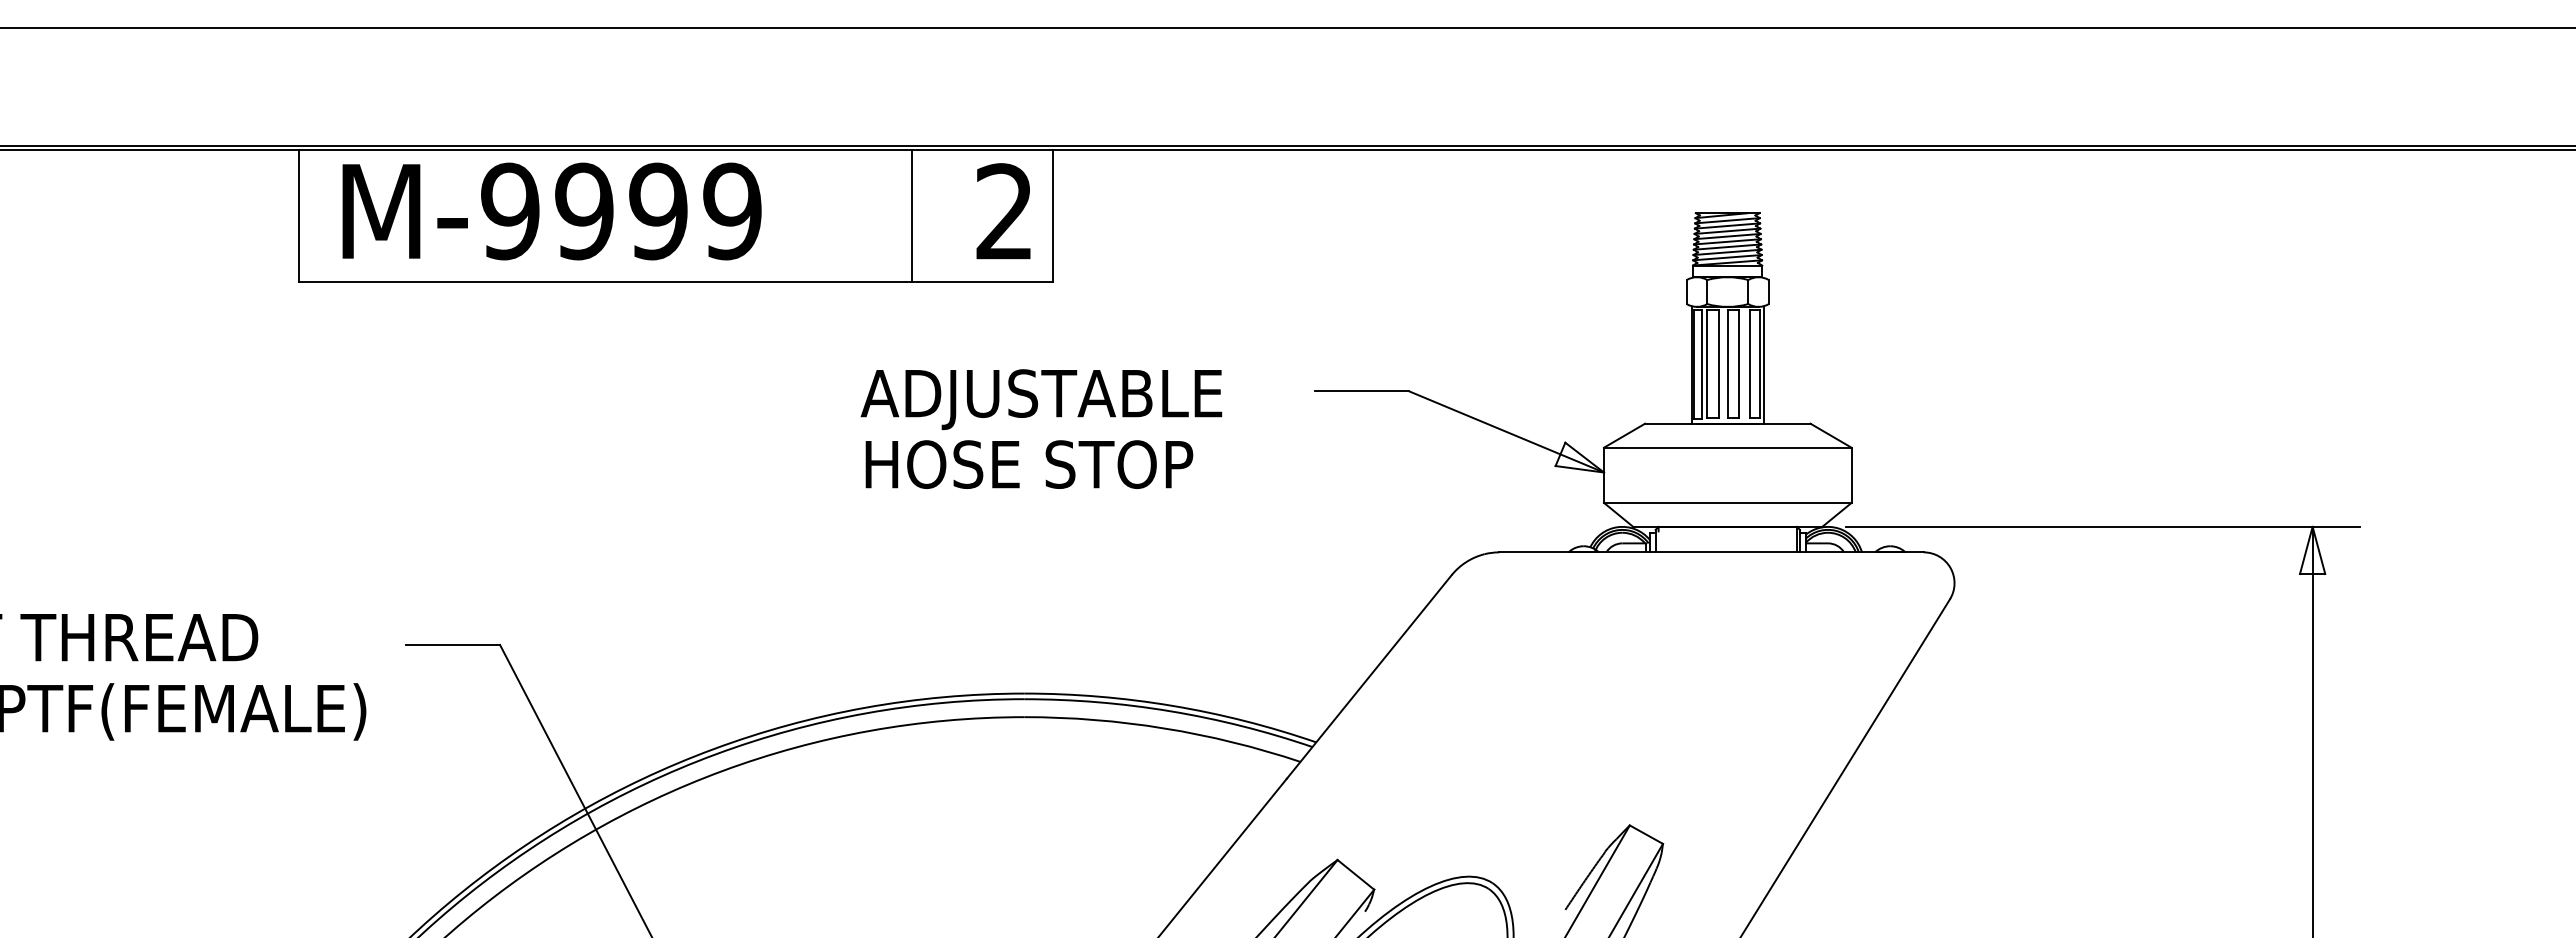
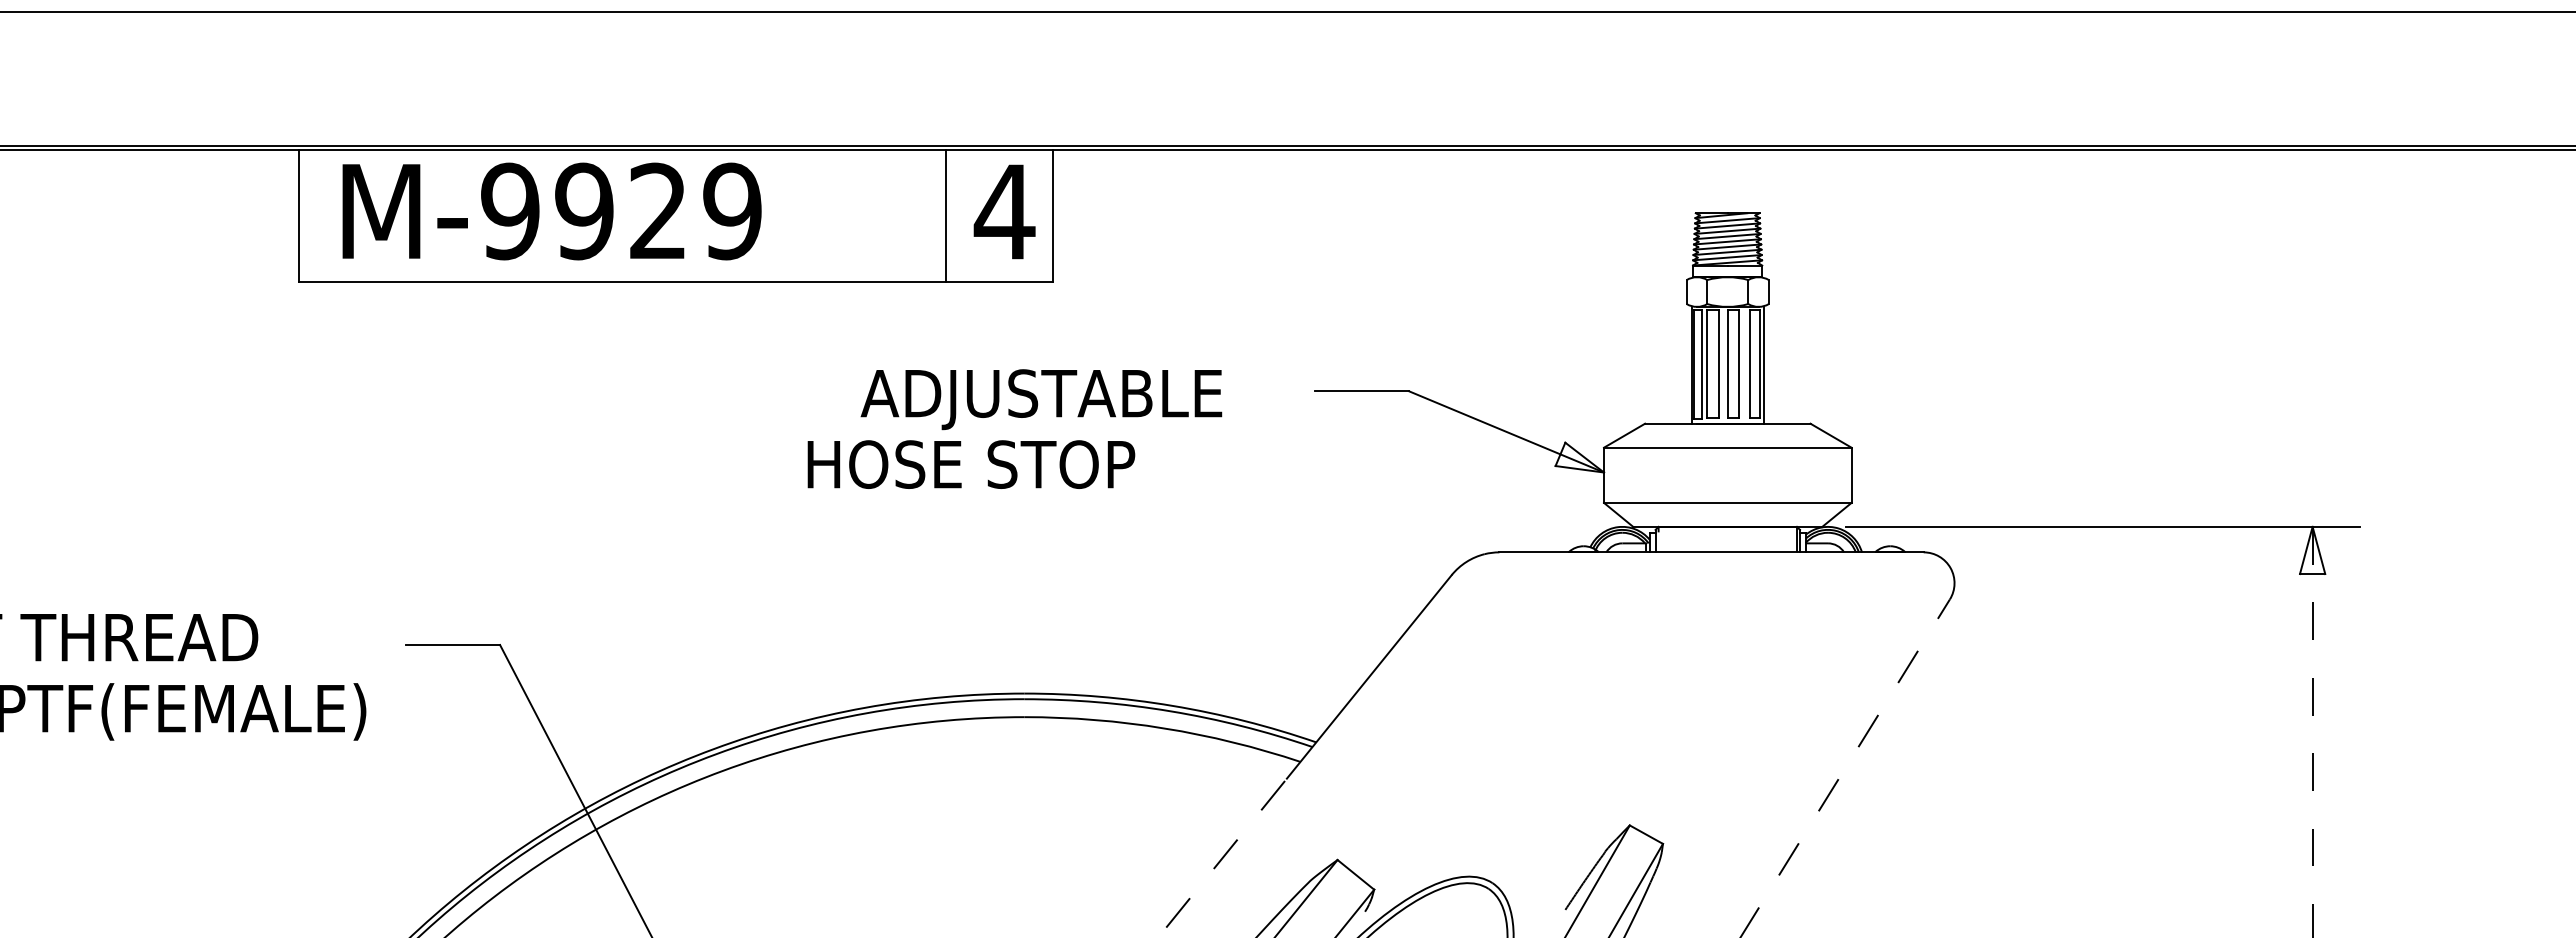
line at (1287, 28) position: (1287, 28) -> (1287, 12)
text at (658, 211): M-9999 -> M-9929
text at (1004, 211): 2 -> 4
line at (911, 215) position: (911, 215) -> (945, 215)
text at (1029, 464) position: (1029, 464) -> (971, 464)
line at (2312, 732): solid -> dashed
line at (1845, 768): solid -> dashed
line at (1222, 857): solid -> dashed
